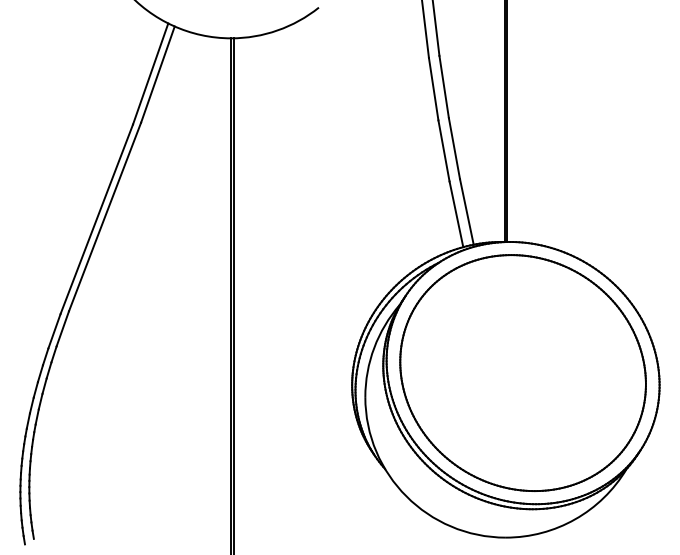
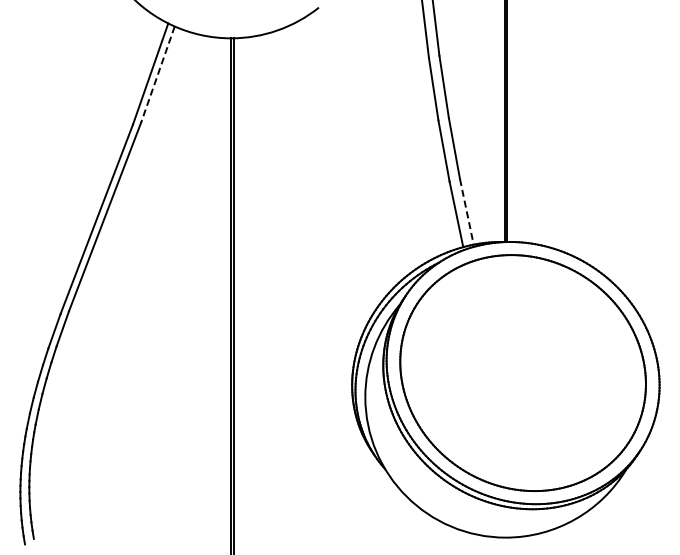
line at (157, 74): solid -> dashed
line at (466, 212): solid -> dashed
